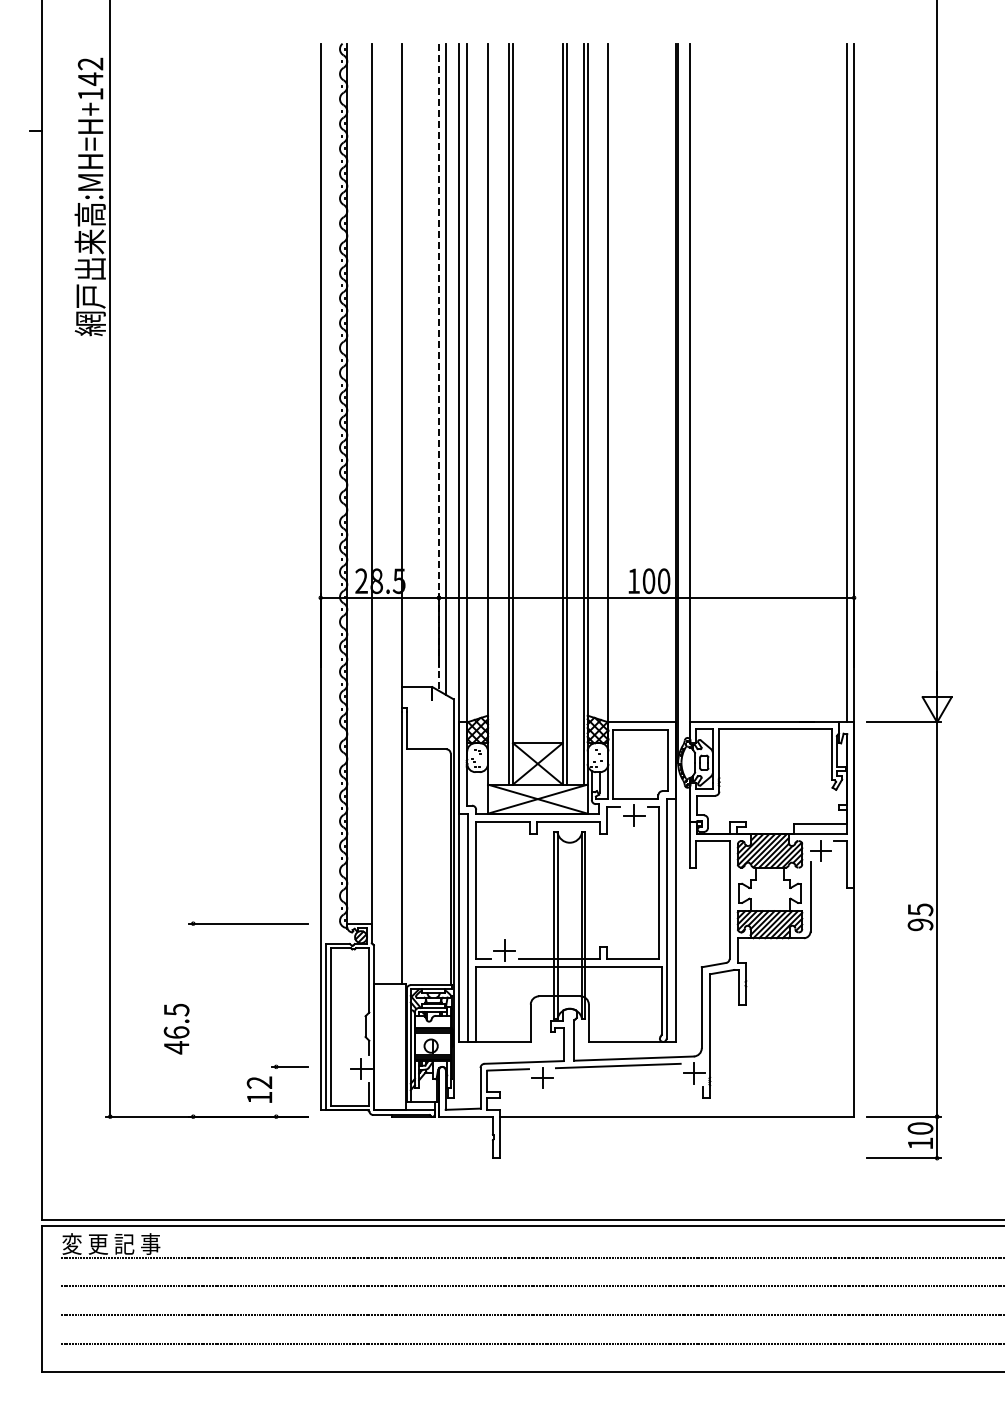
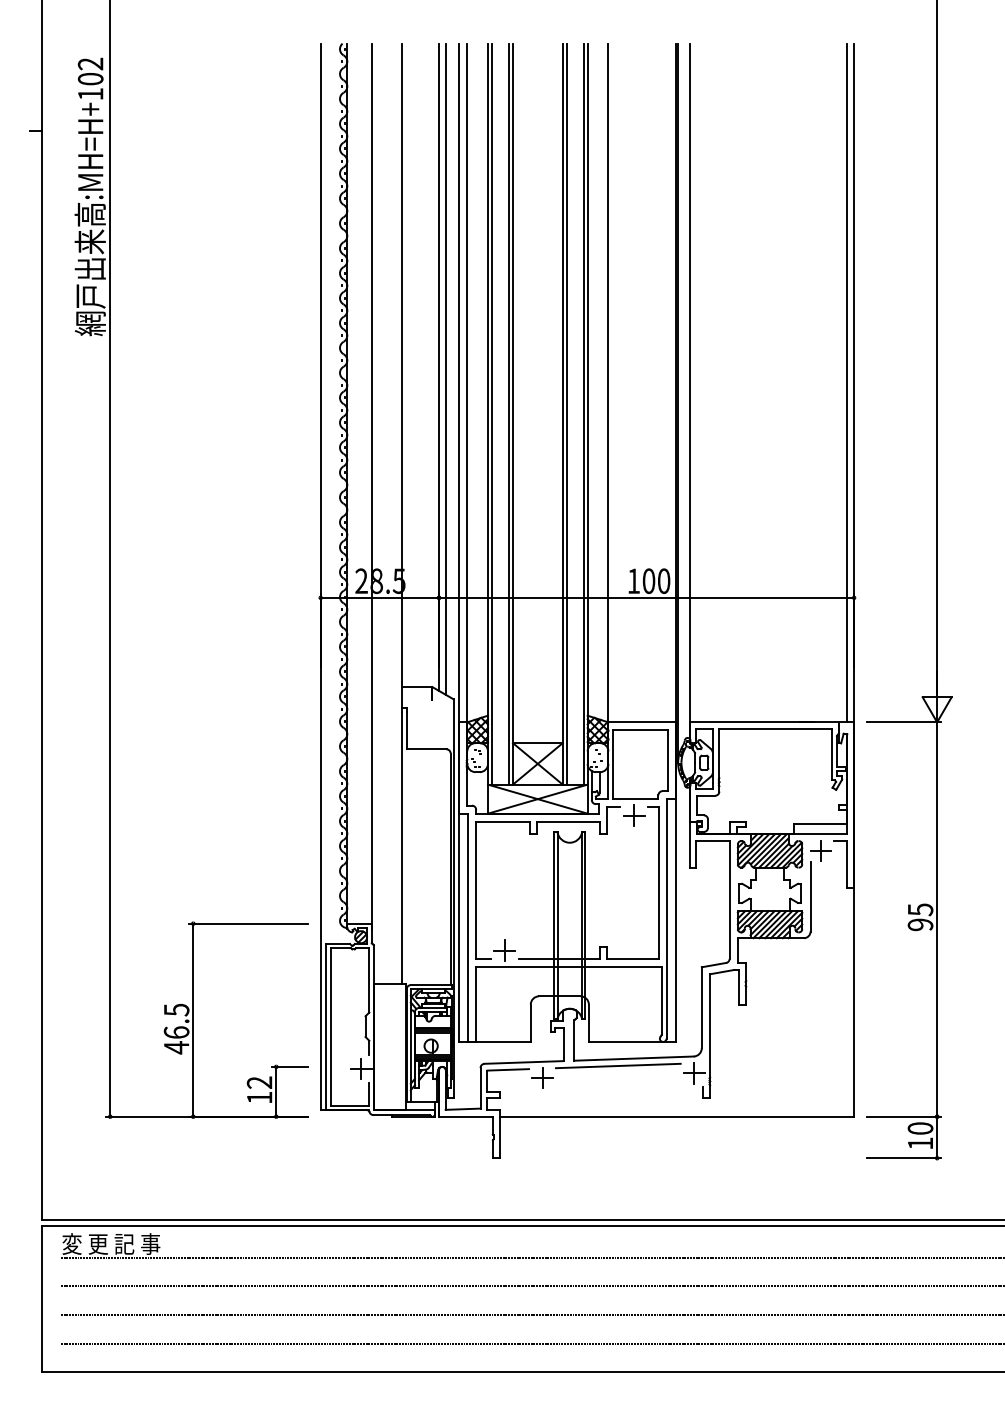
text at (90, 79): :MH=H+142 -> :MH=H+102
line at (439, 367): dashed -> solid
line at (492, 413): none -> present
line at (193, 1019): none -> present
line at (276, 1091): none -> present
